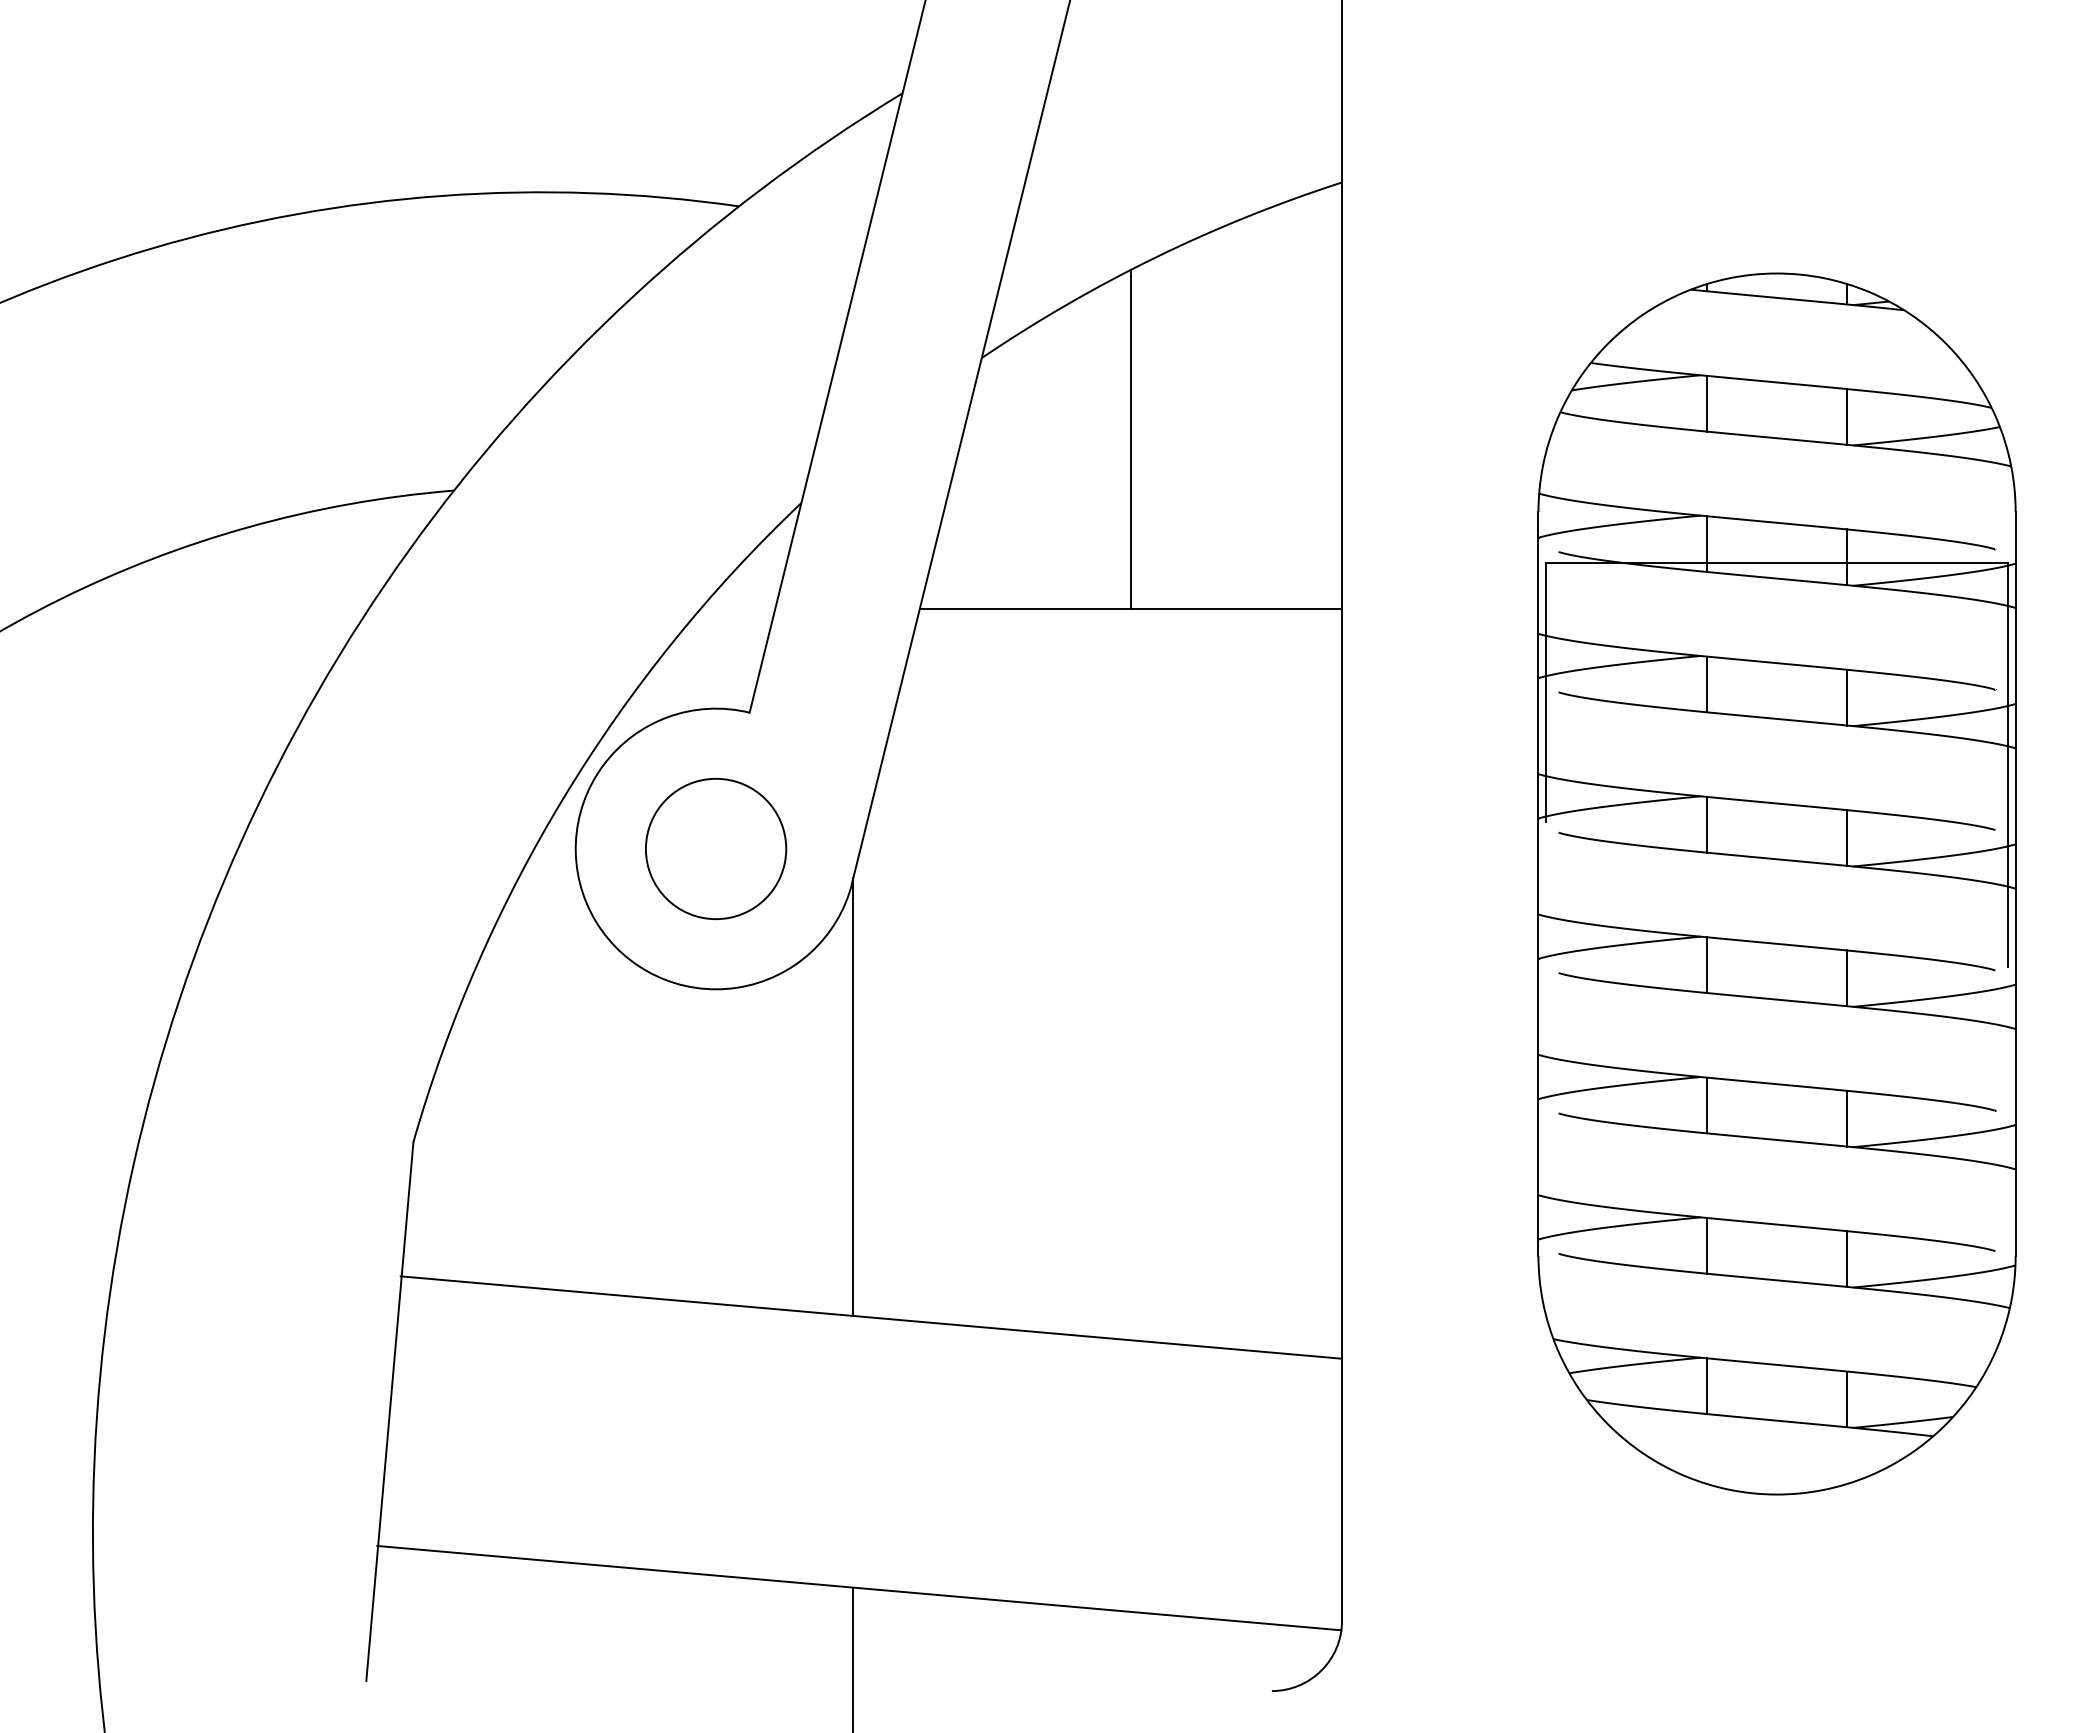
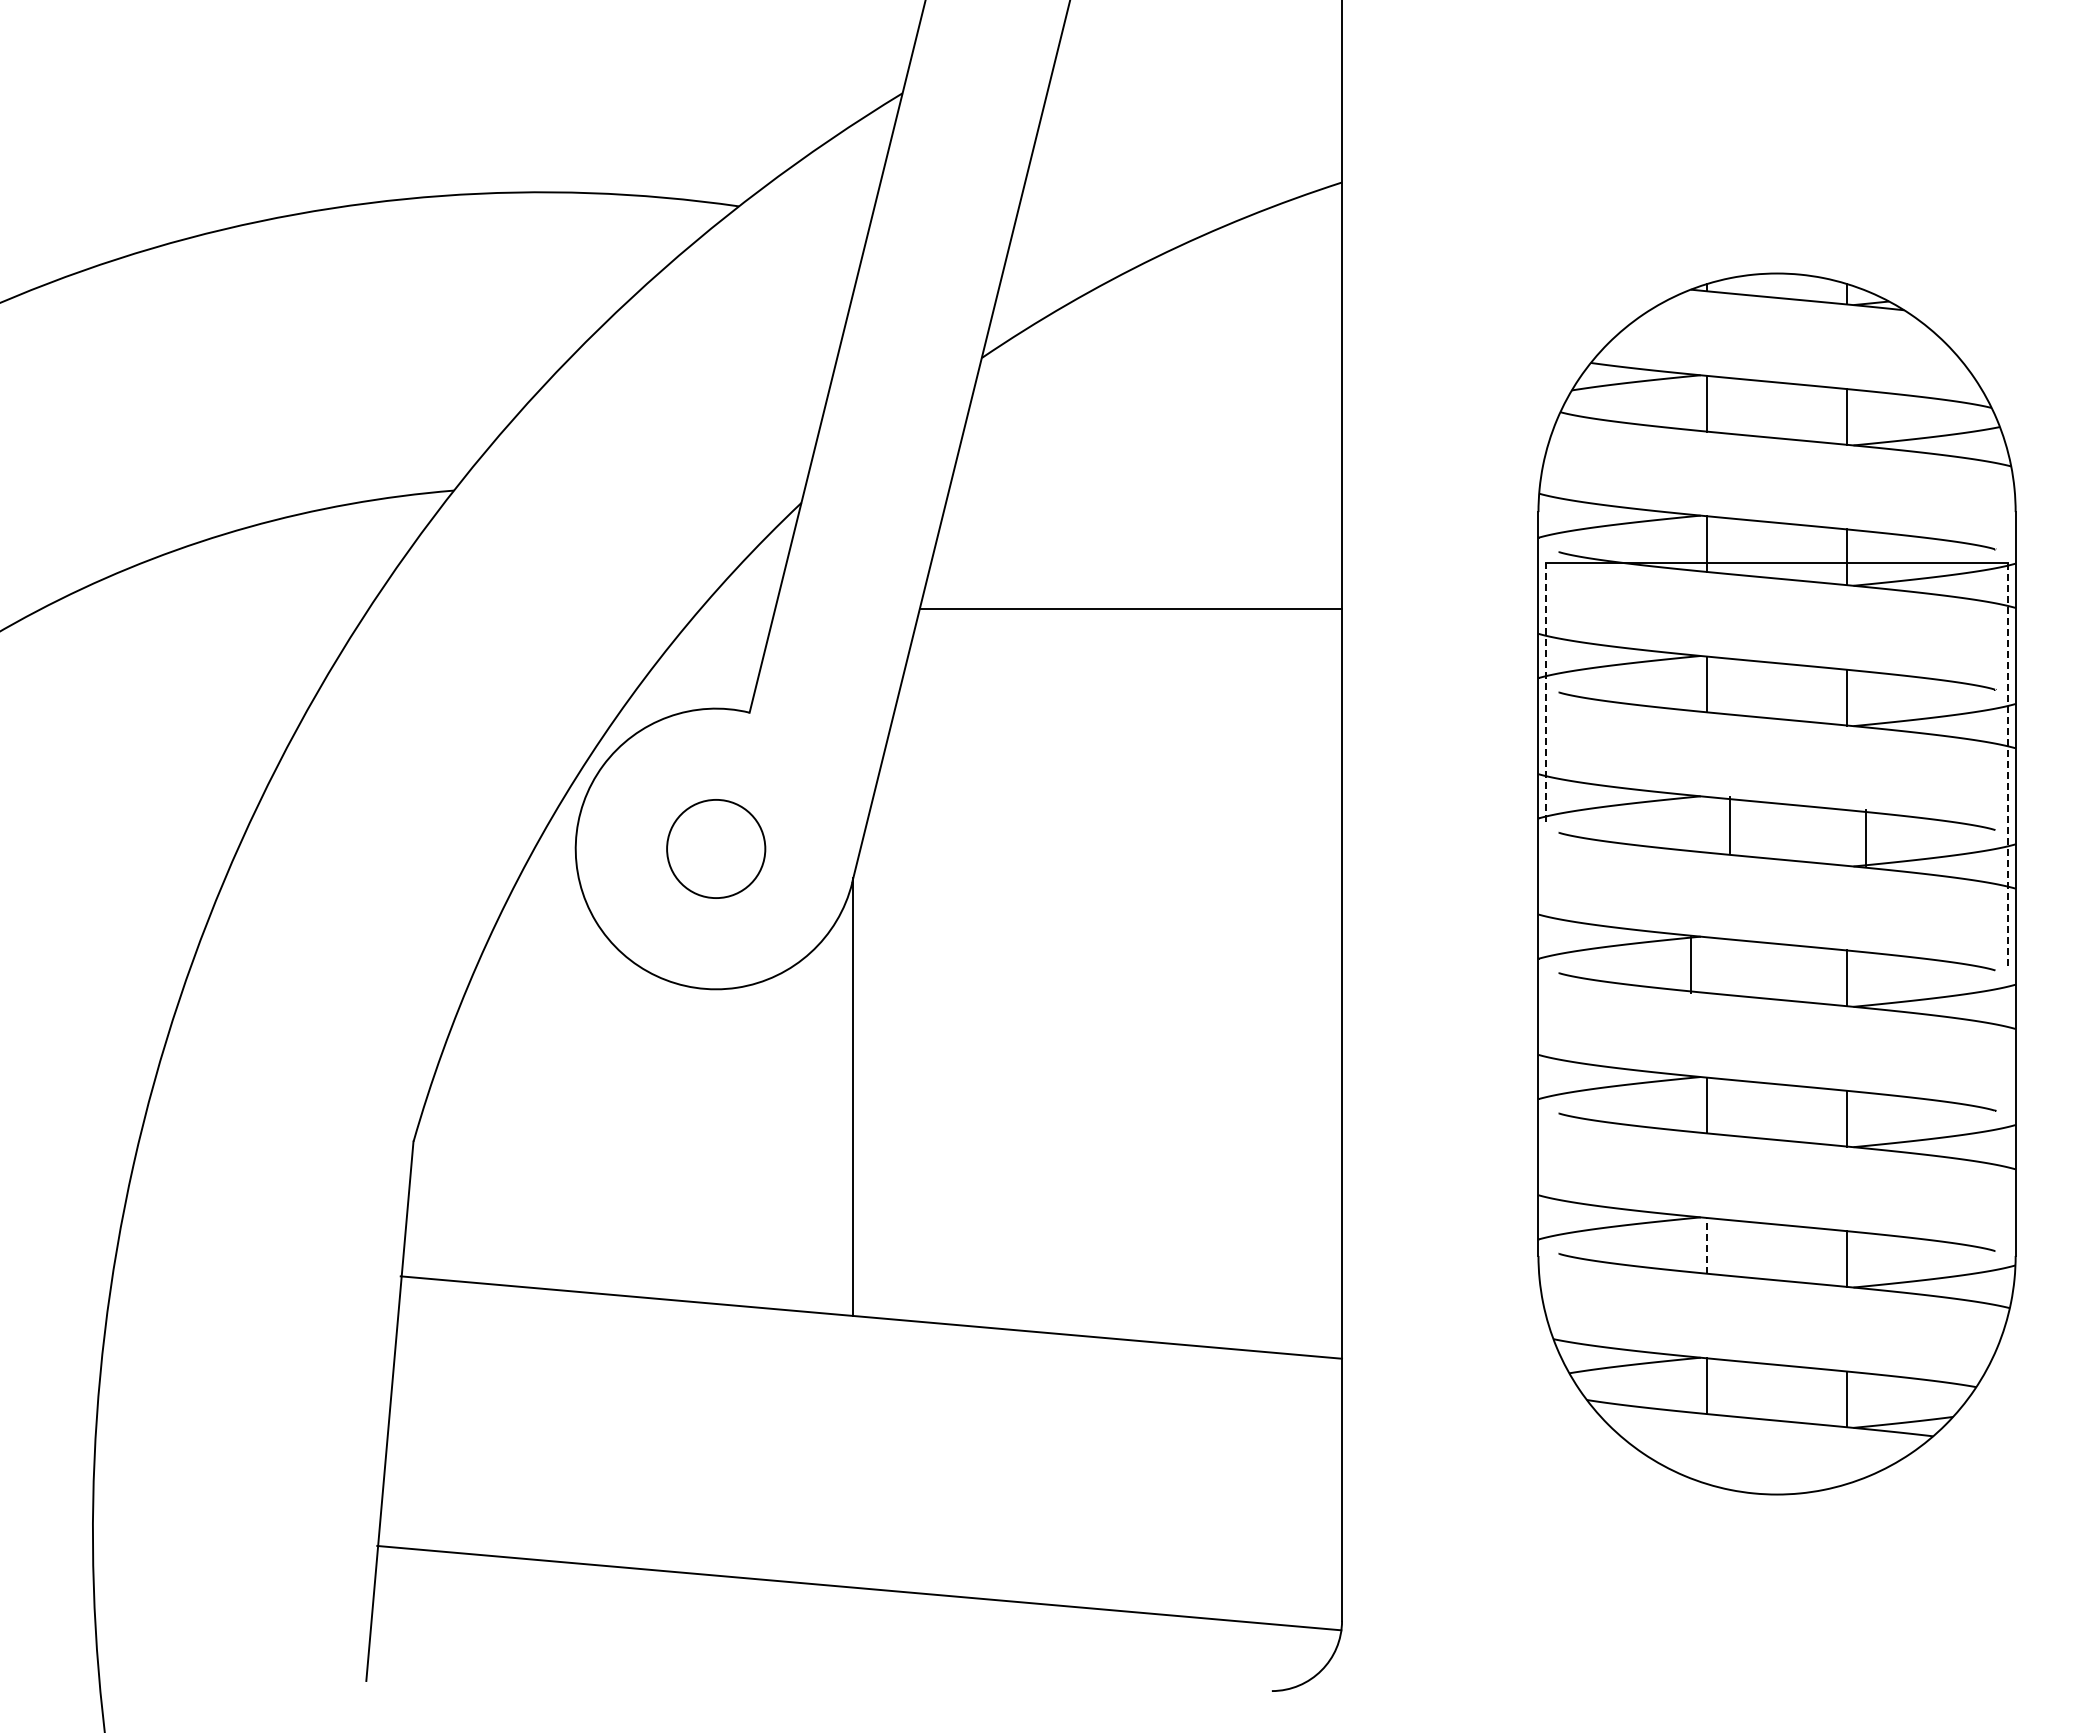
line at (1130, 439): present -> none
line at (1546, 691): solid -> dashed
line at (2007, 765): solid -> dashed
line at (1706, 824) position: (1706, 824) -> (1729, 824)
line at (1847, 837) position: (1847, 837) -> (1866, 837)
circle at (716, 848) size: 143x144 px -> 101x100 px
line at (1706, 965) position: (1706, 965) -> (1690, 965)
line at (1706, 1245): solid -> dashed
line at (853, 1658): present -> none
